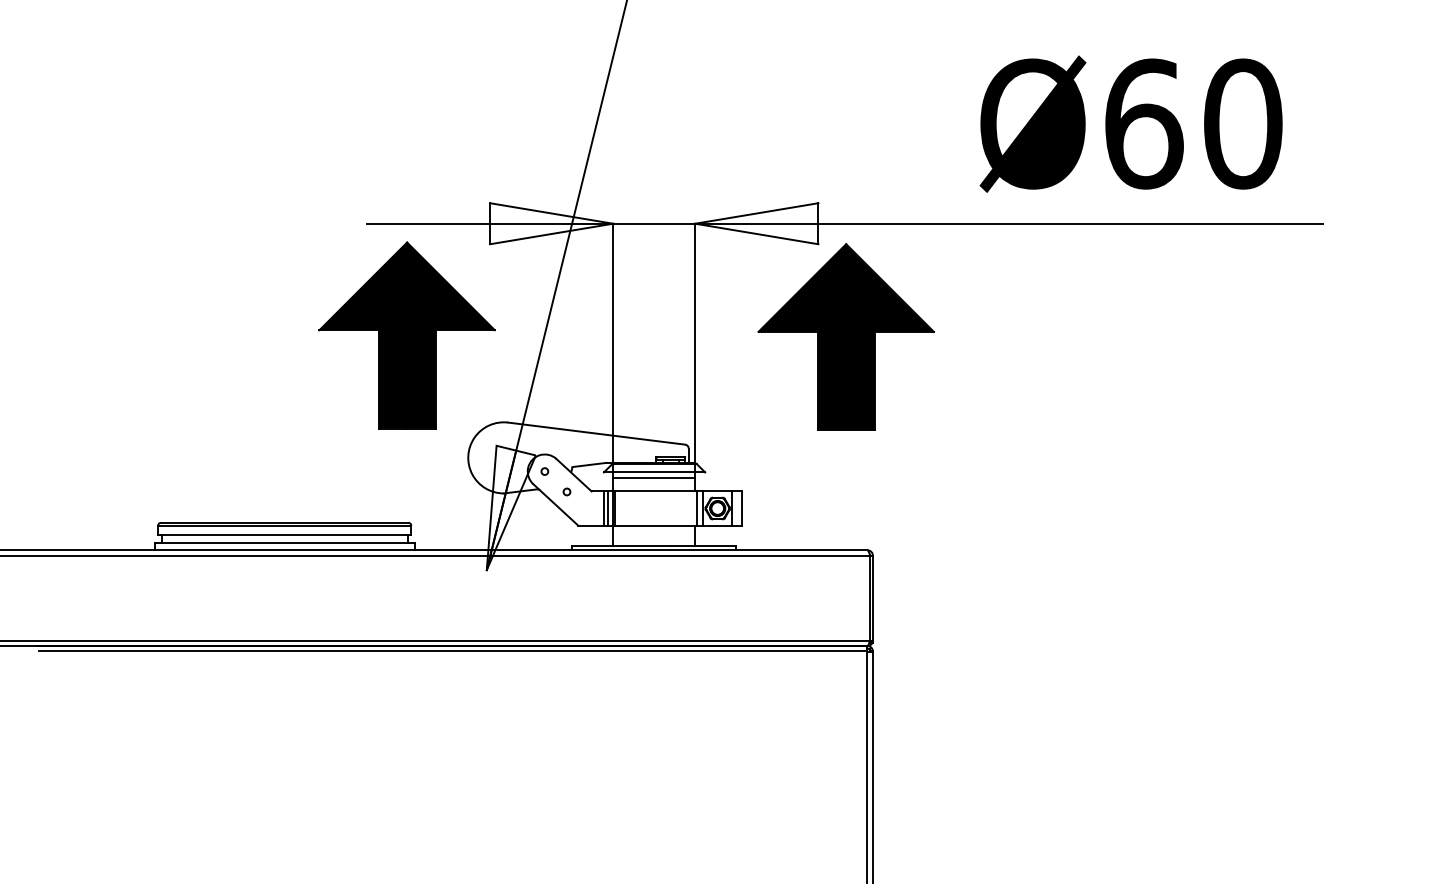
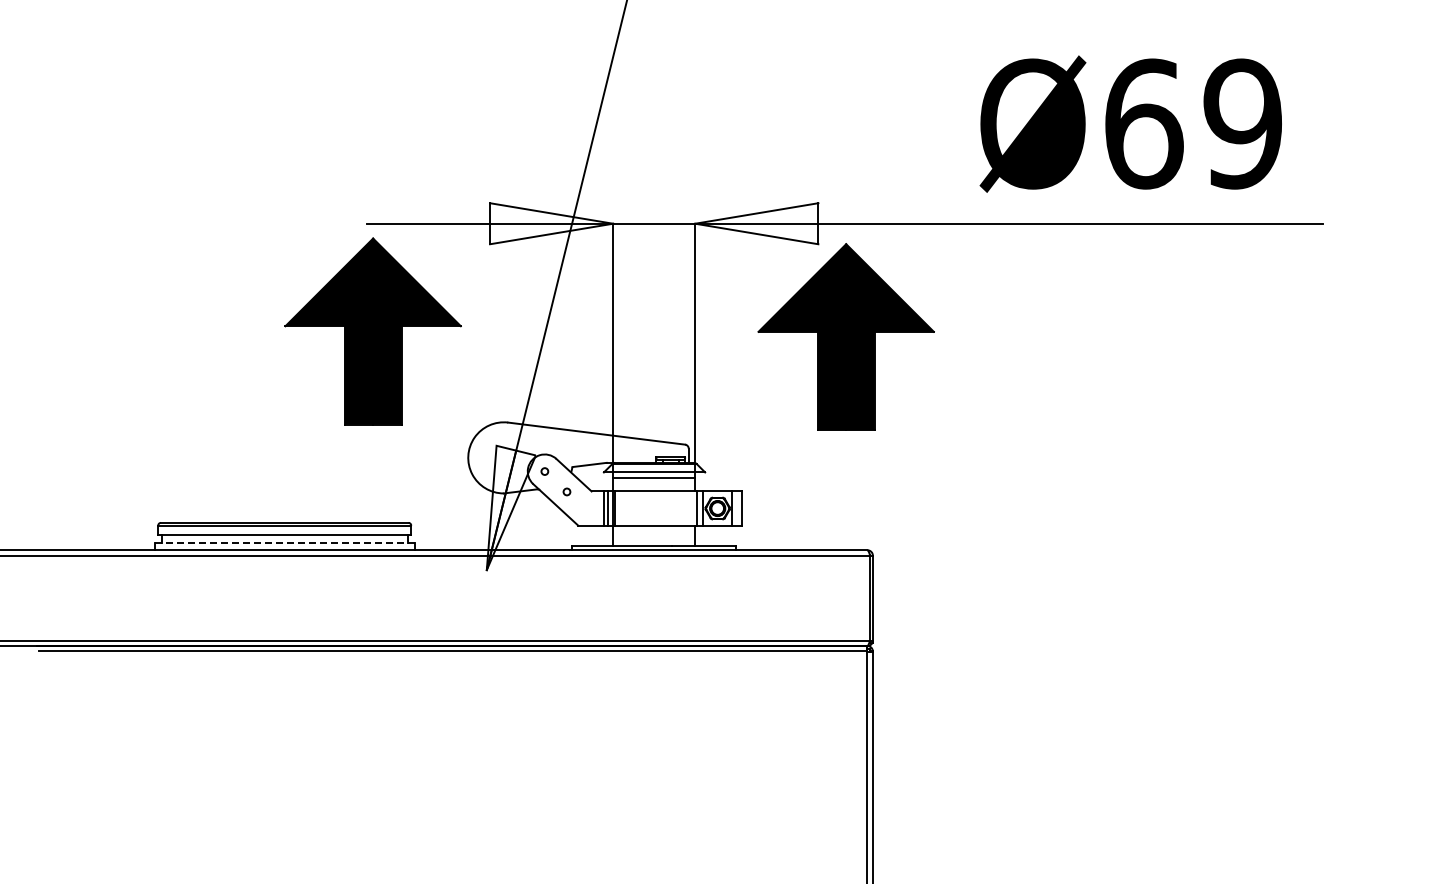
text at (1242, 123): Ø60 -> Ø69
part at (406, 335) position: (406, 335) -> (372, 331)
line at (284, 543): solid -> dashed
